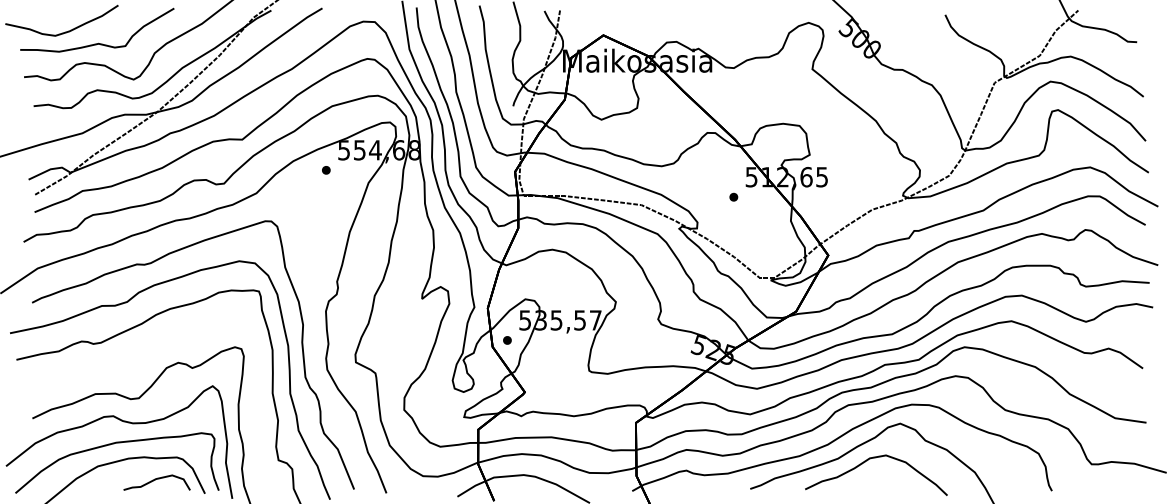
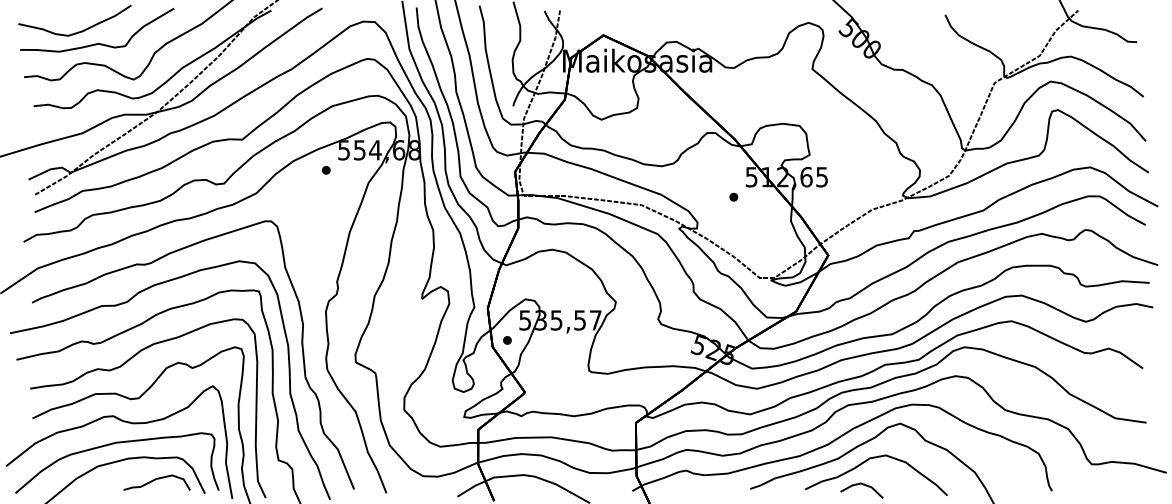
curve at (65, 31) position: (65, 31) -> (78, 31)
curve at (122, 366): none -> present
line at (863, 485): none -> present
